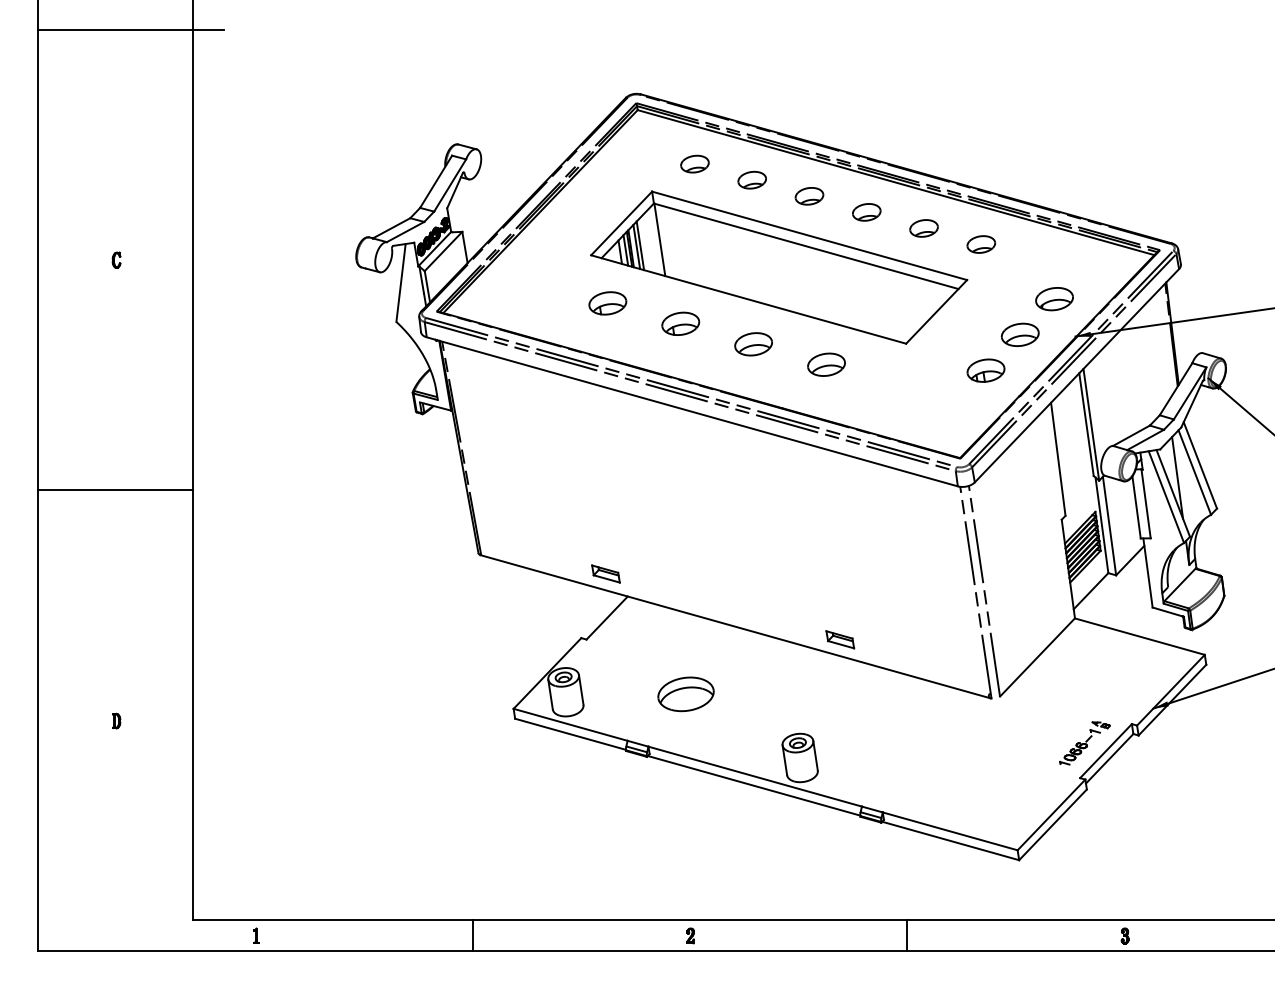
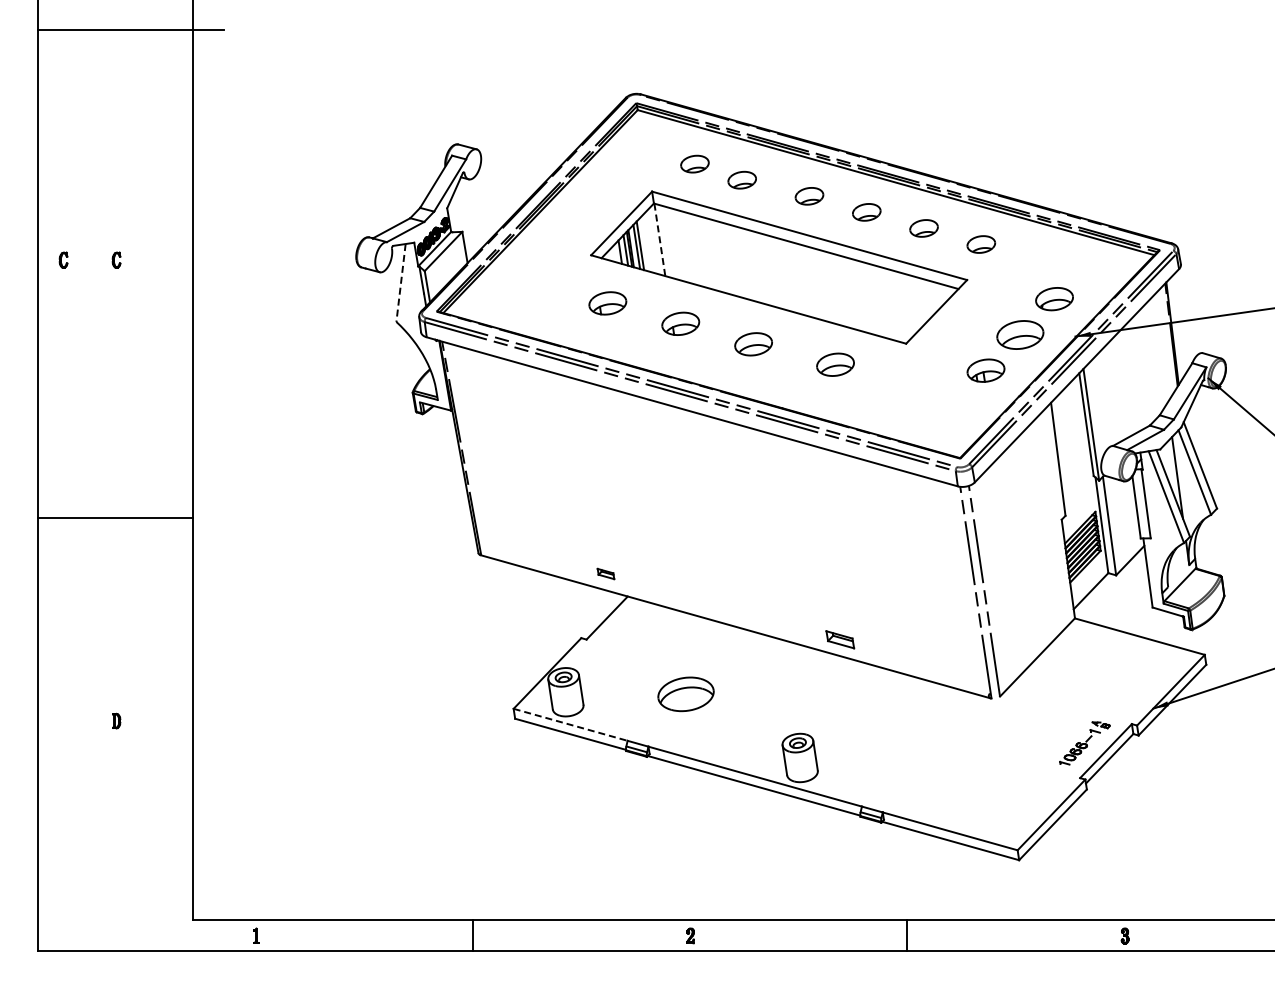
part at (751, 179) position: (751, 179) -> (741, 179)
line at (659, 239): solid -> dashed
part at (63, 259): none -> present
line at (400, 283): solid -> dashed
part at (1019, 334) size: 40x25 px -> 49x30 px
part at (826, 364) position: (826, 364) -> (835, 364)
line at (115, 490) position: (115, 490) -> (115, 518)
part at (605, 573) size: 30x20 px -> 20x14 px
line at (571, 724): solid -> dashed
